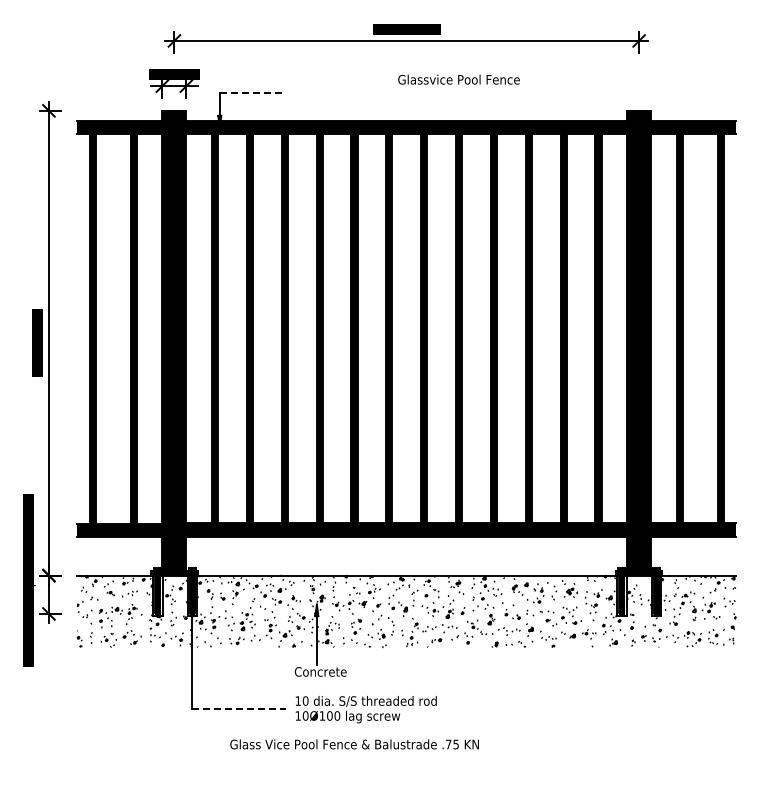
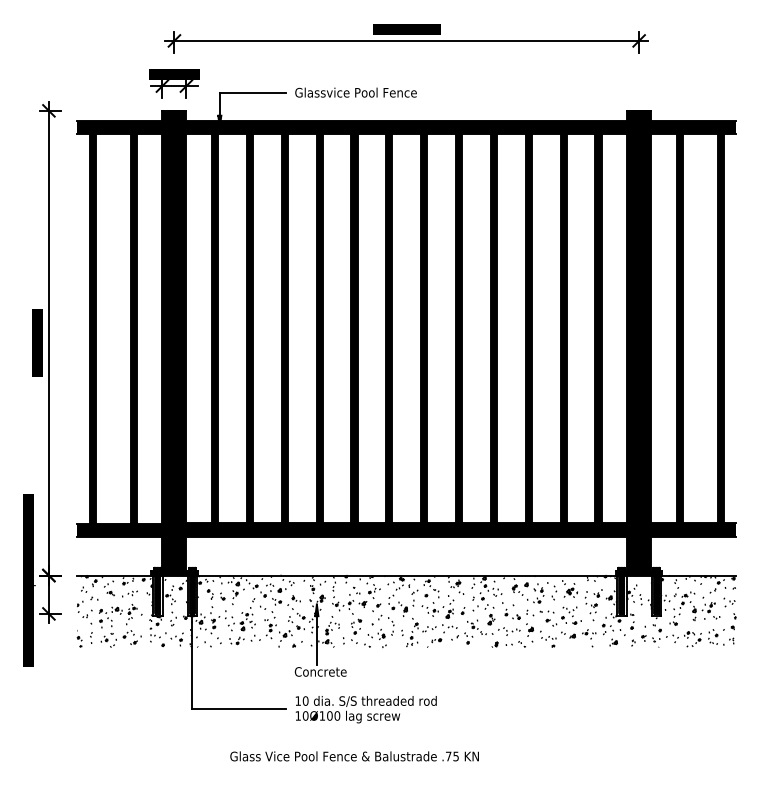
text at (458, 79) position: (458, 79) -> (355, 92)
line at (253, 93): dashed -> solid
line at (239, 709): dashed -> solid
text at (354, 744) position: (354, 744) -> (354, 756)
